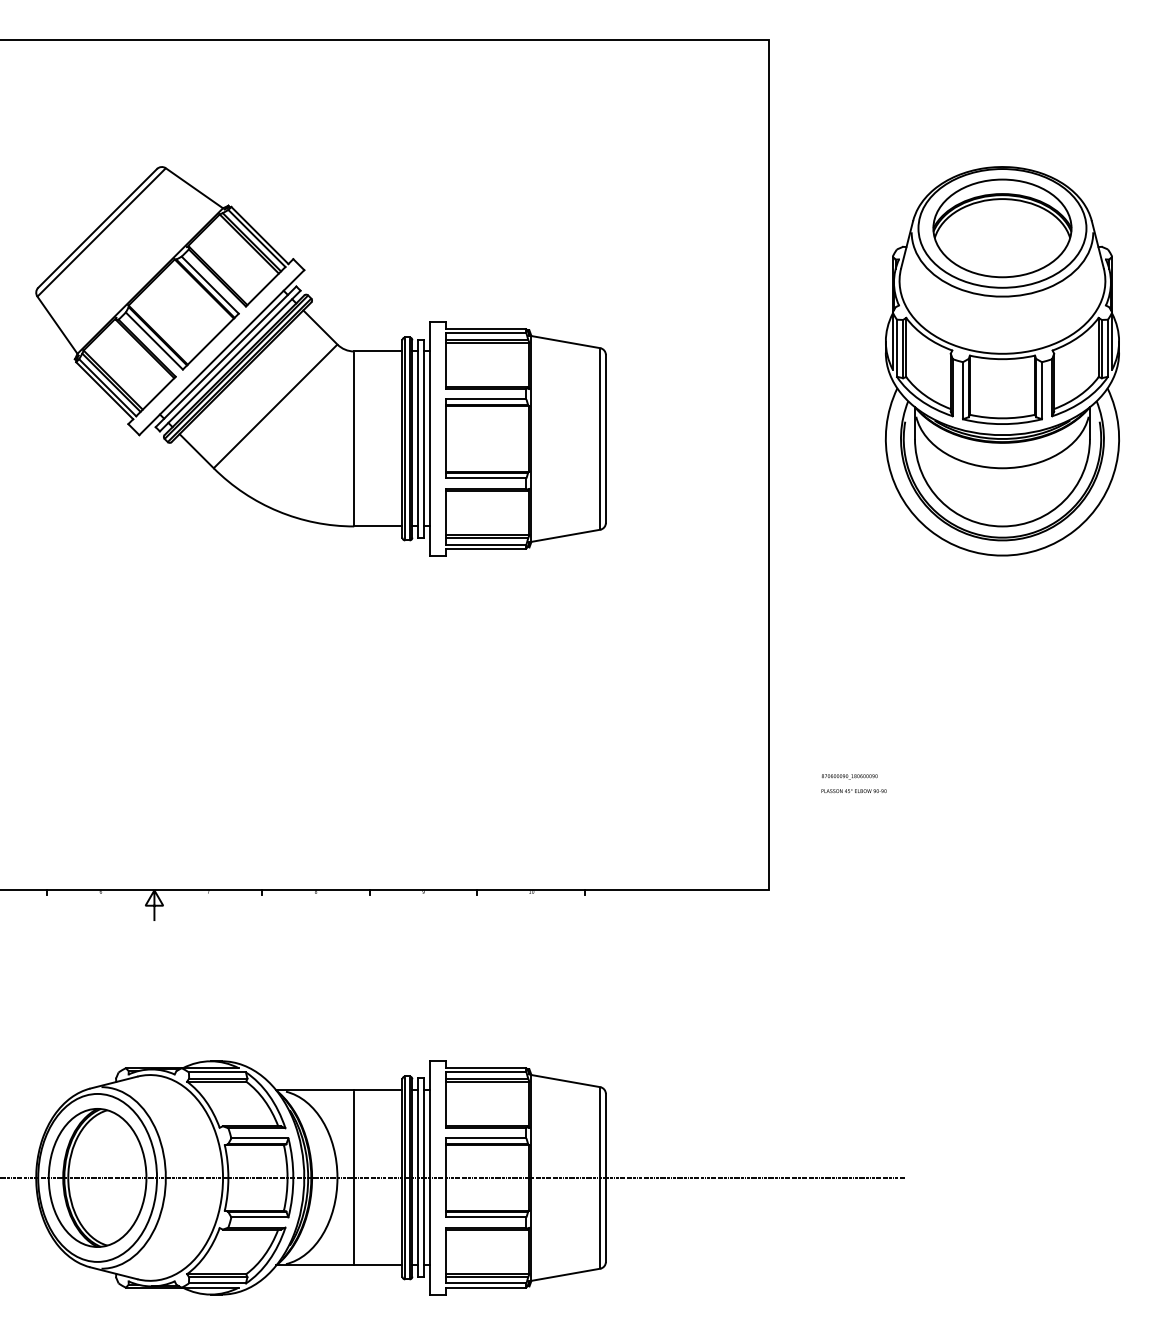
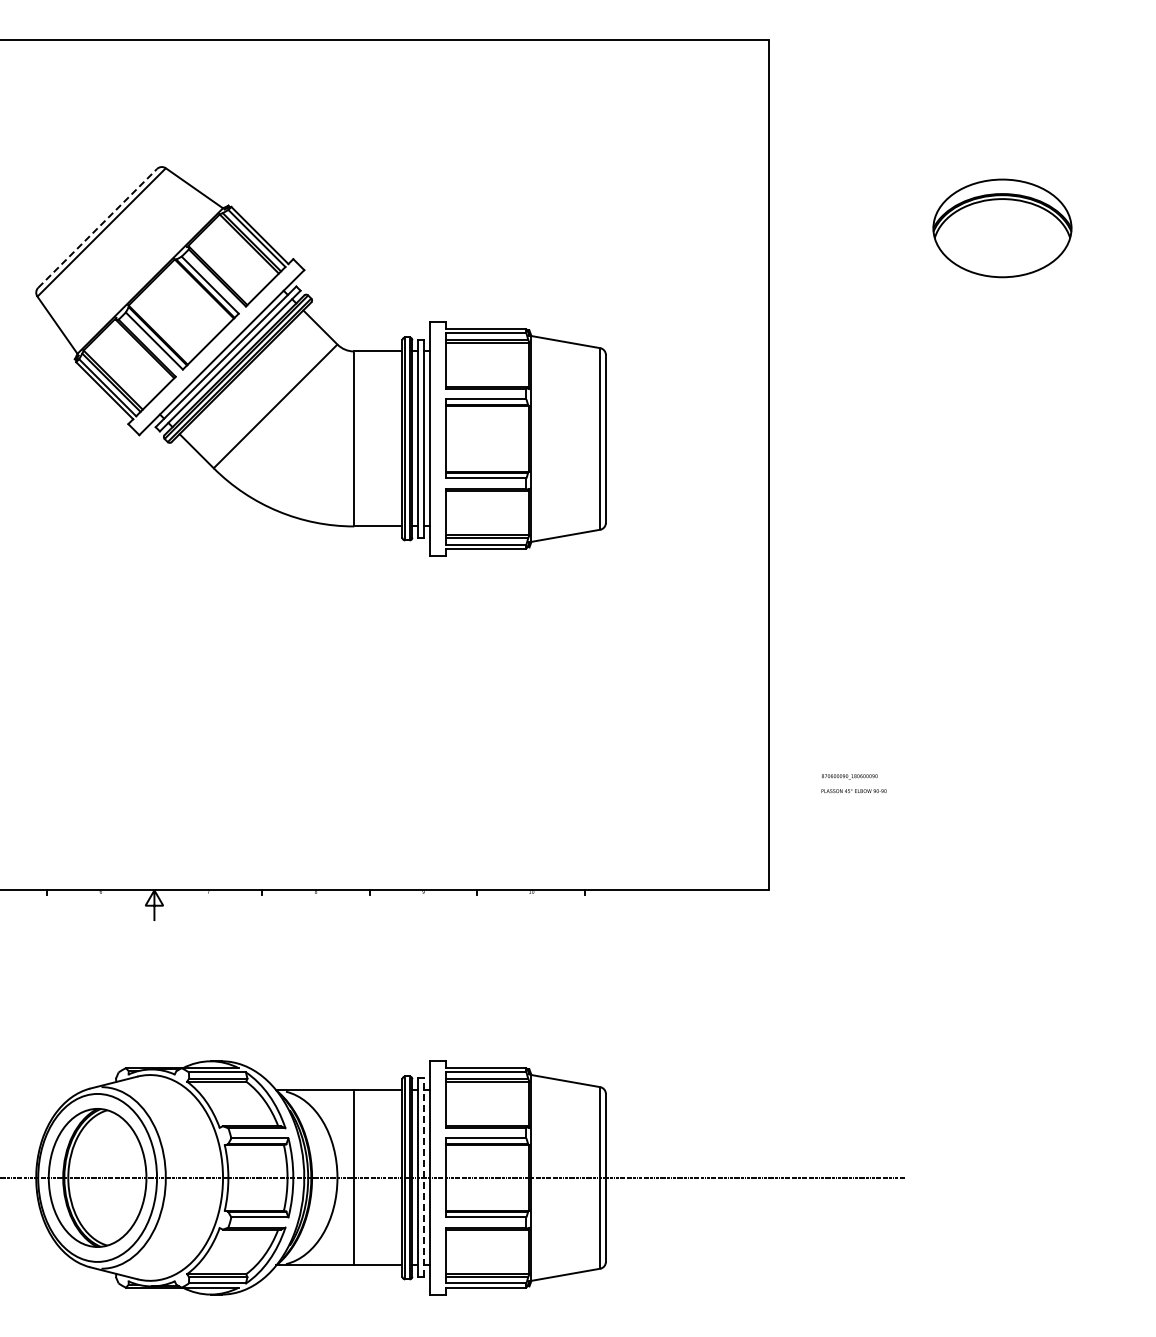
line at (97, 228): solid -> dashed
part at (1001, 361): present -> none
line at (424, 1177): solid -> dashed
